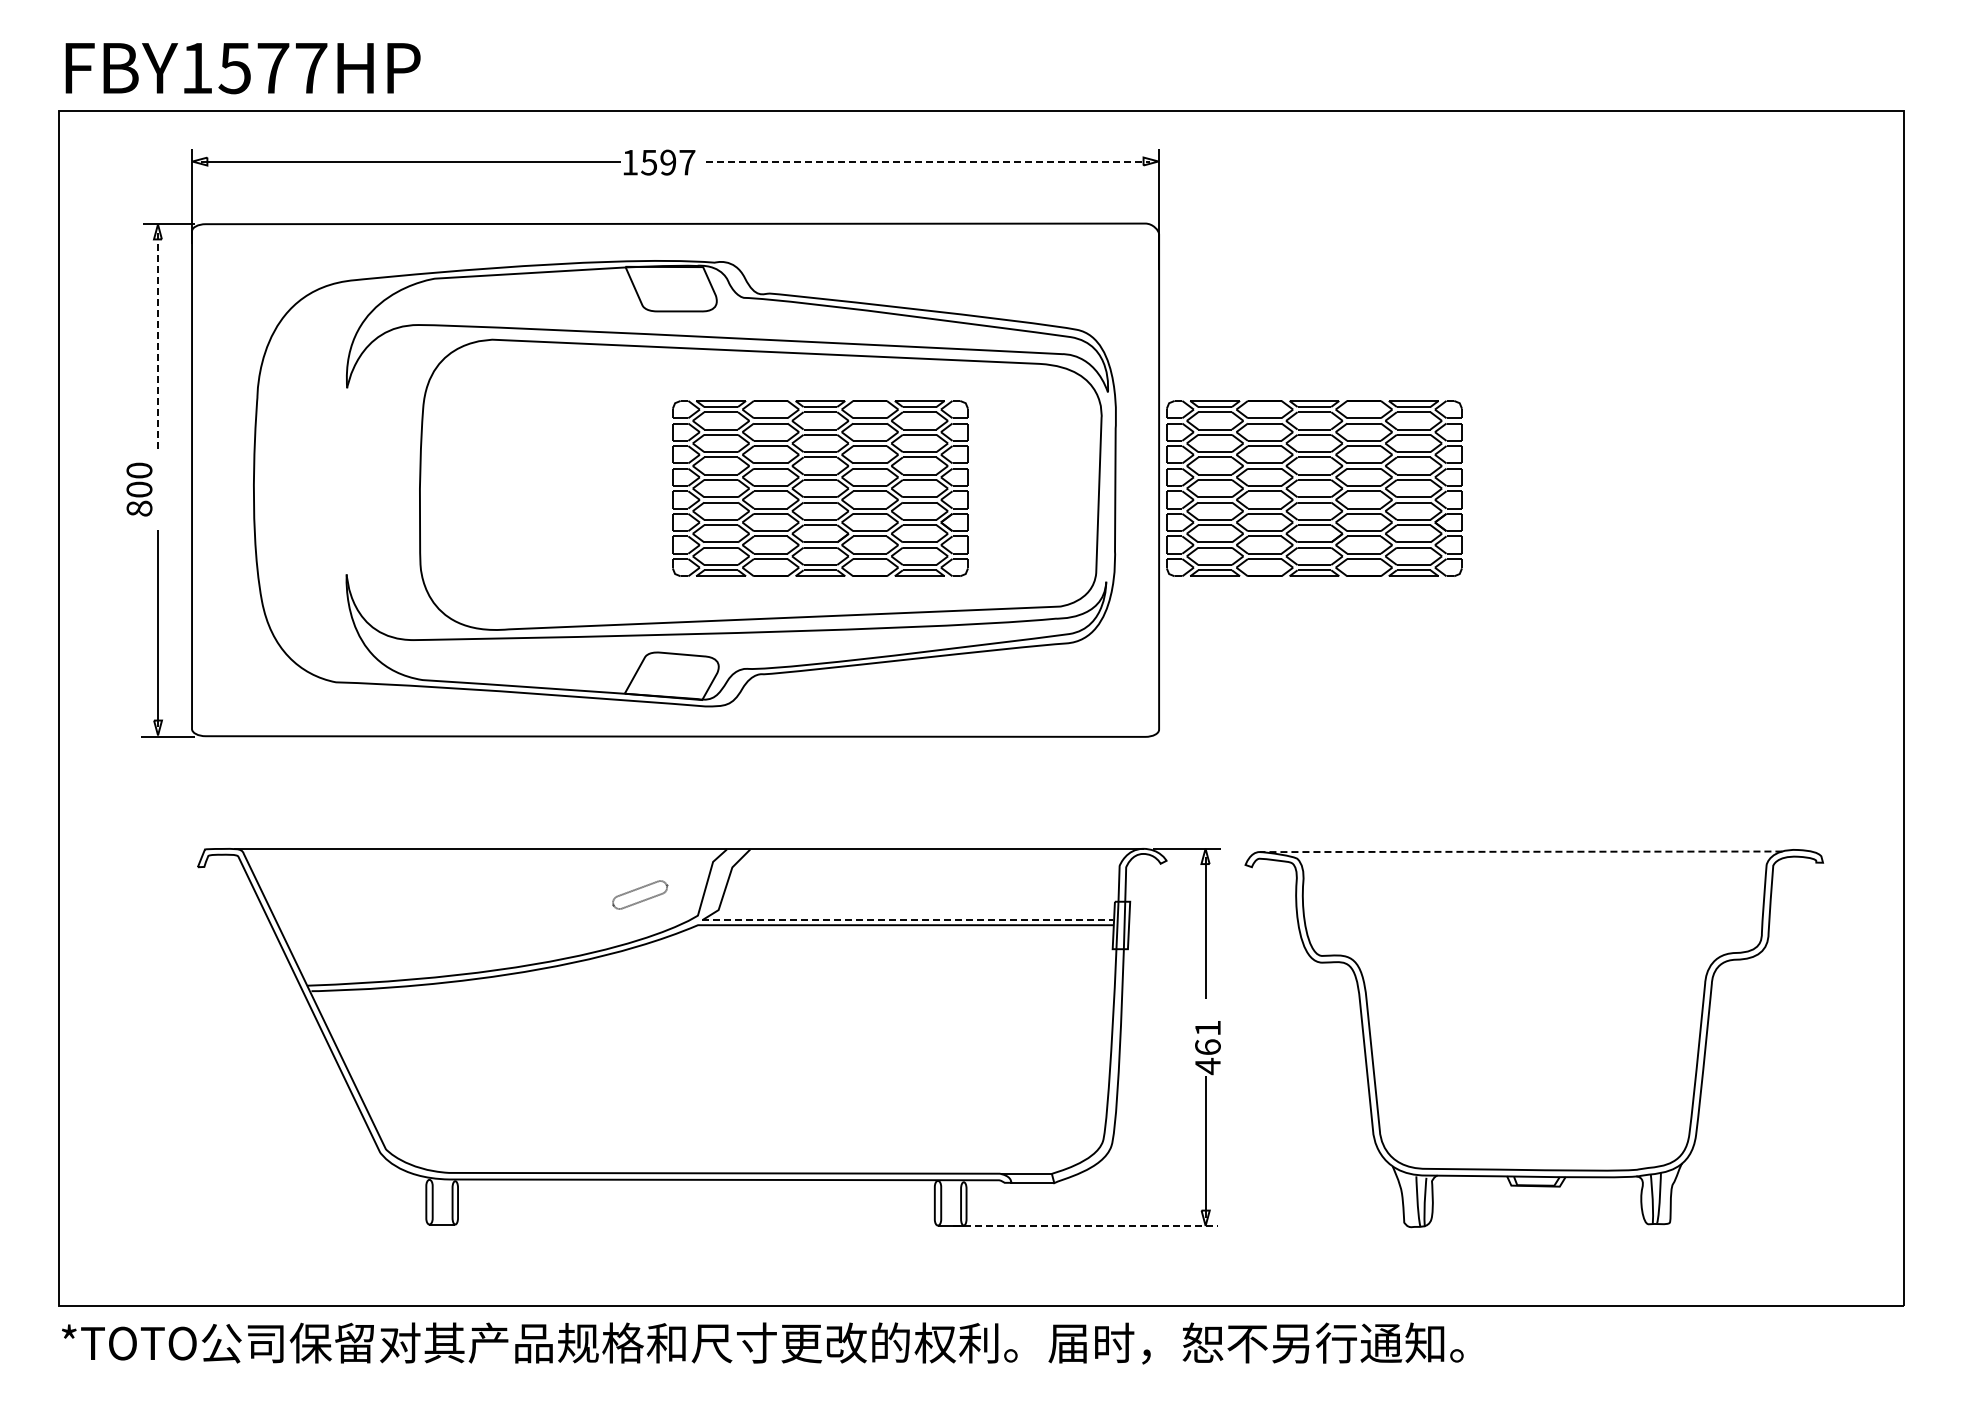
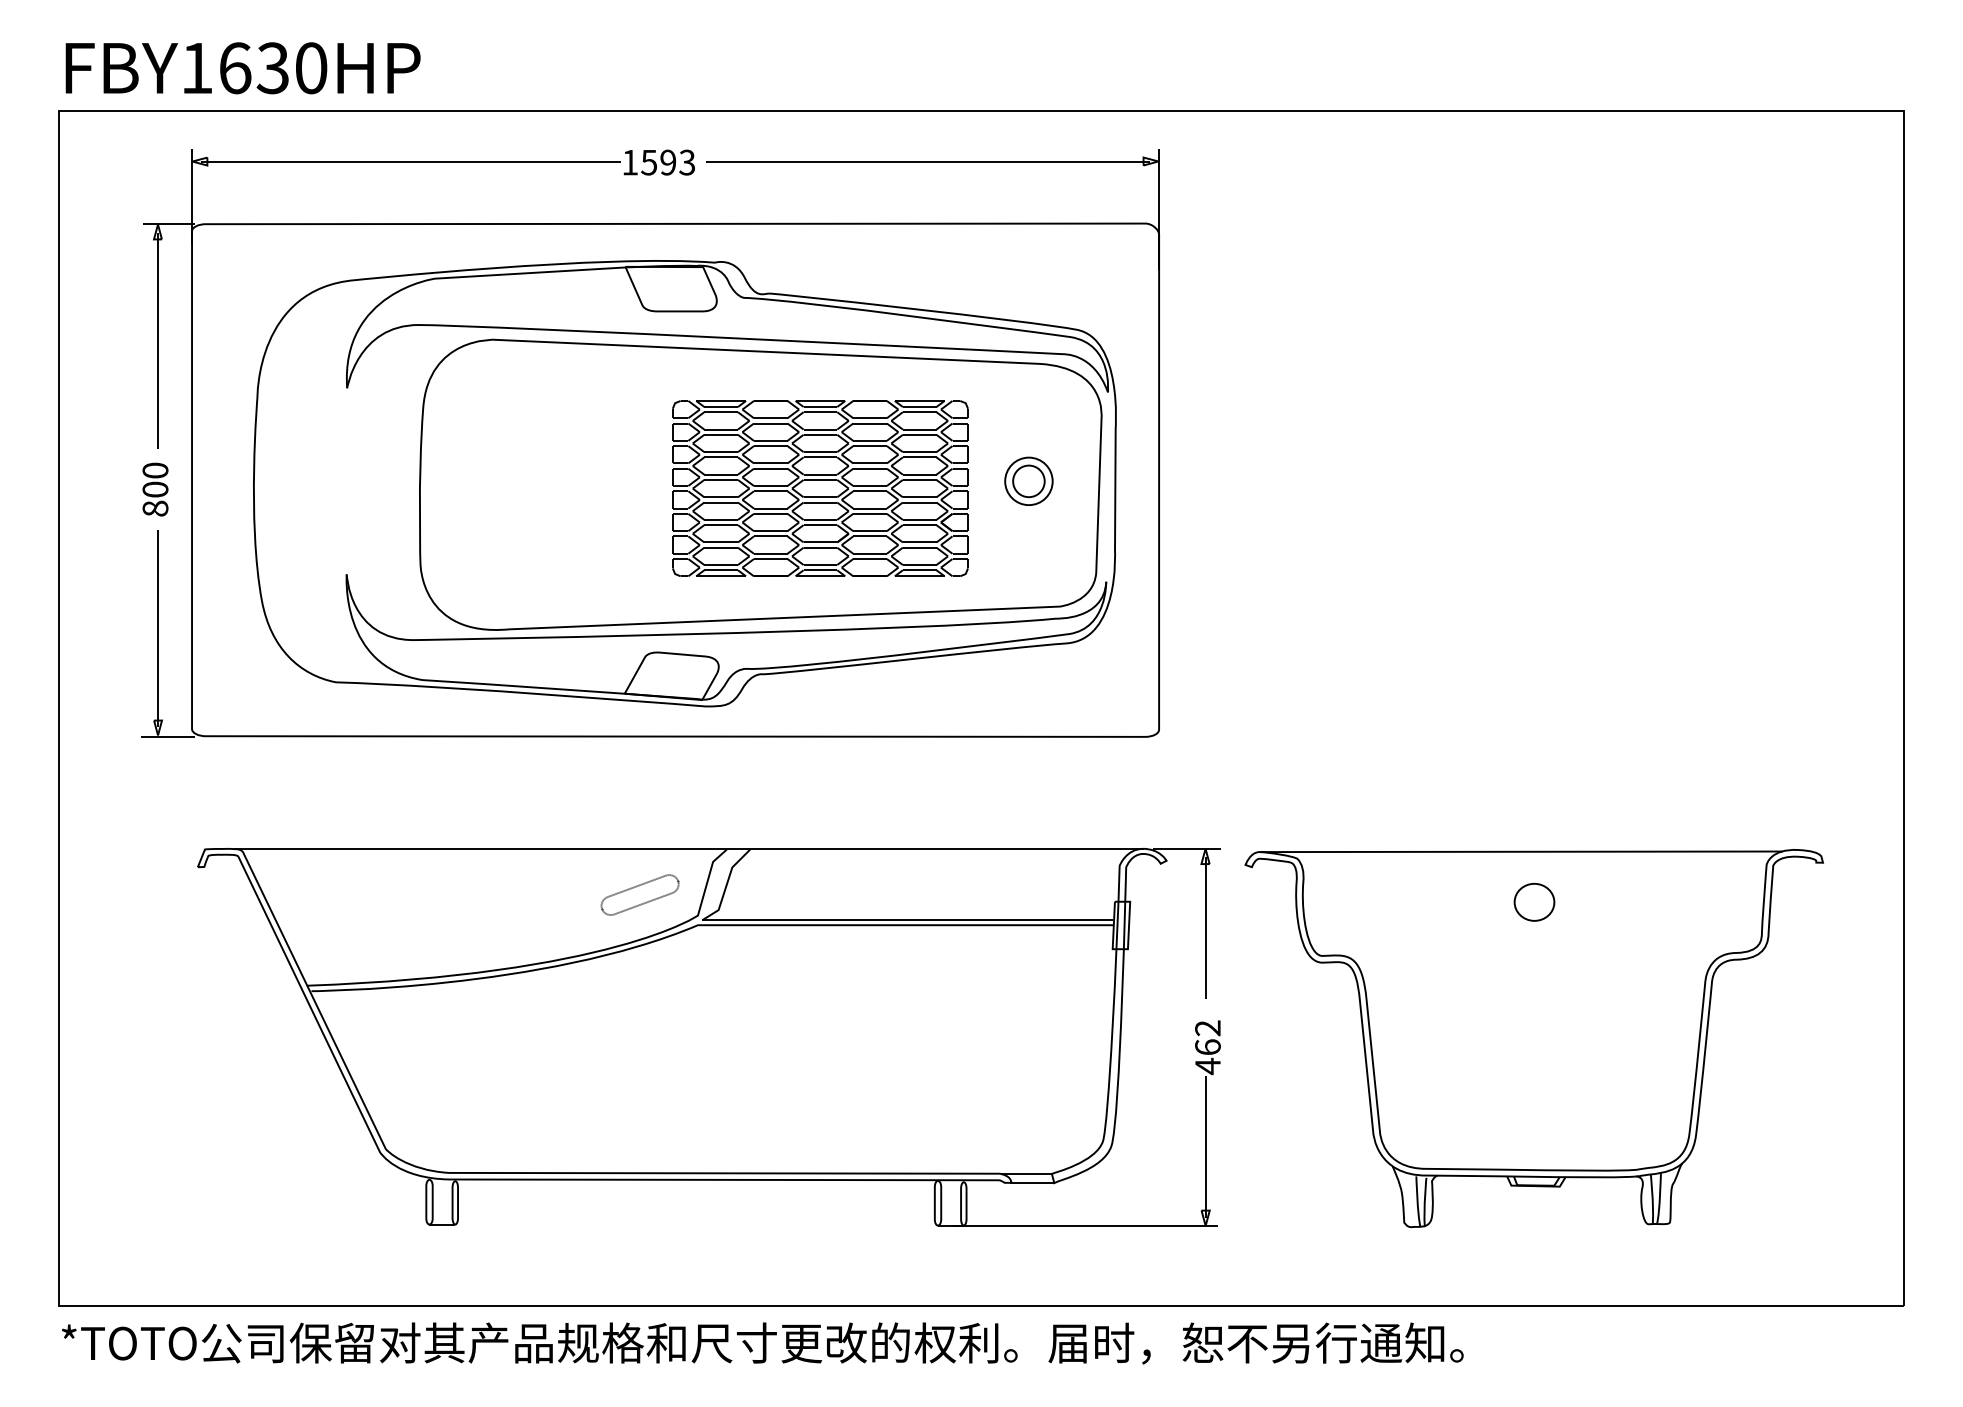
text at (272, 68): FBY1577HP -> FBY1630HP
line at (928, 161): dashed -> solid
text at (687, 162): 1597 -> 1593
line at (158, 340): dashed -> solid
part at (1028, 480): none -> present
part at (1314, 488): present -> none
text at (139, 489) position: (139, 489) -> (155, 489)
line at (1520, 851): dashed -> solid
part at (640, 894) size: 57x30 px -> 80x42 px
part at (1534, 902): none -> present
line at (907, 919): dashed -> solid
text at (1207, 1028): 461 -> 462
line at (1085, 1226): dashed -> solid
